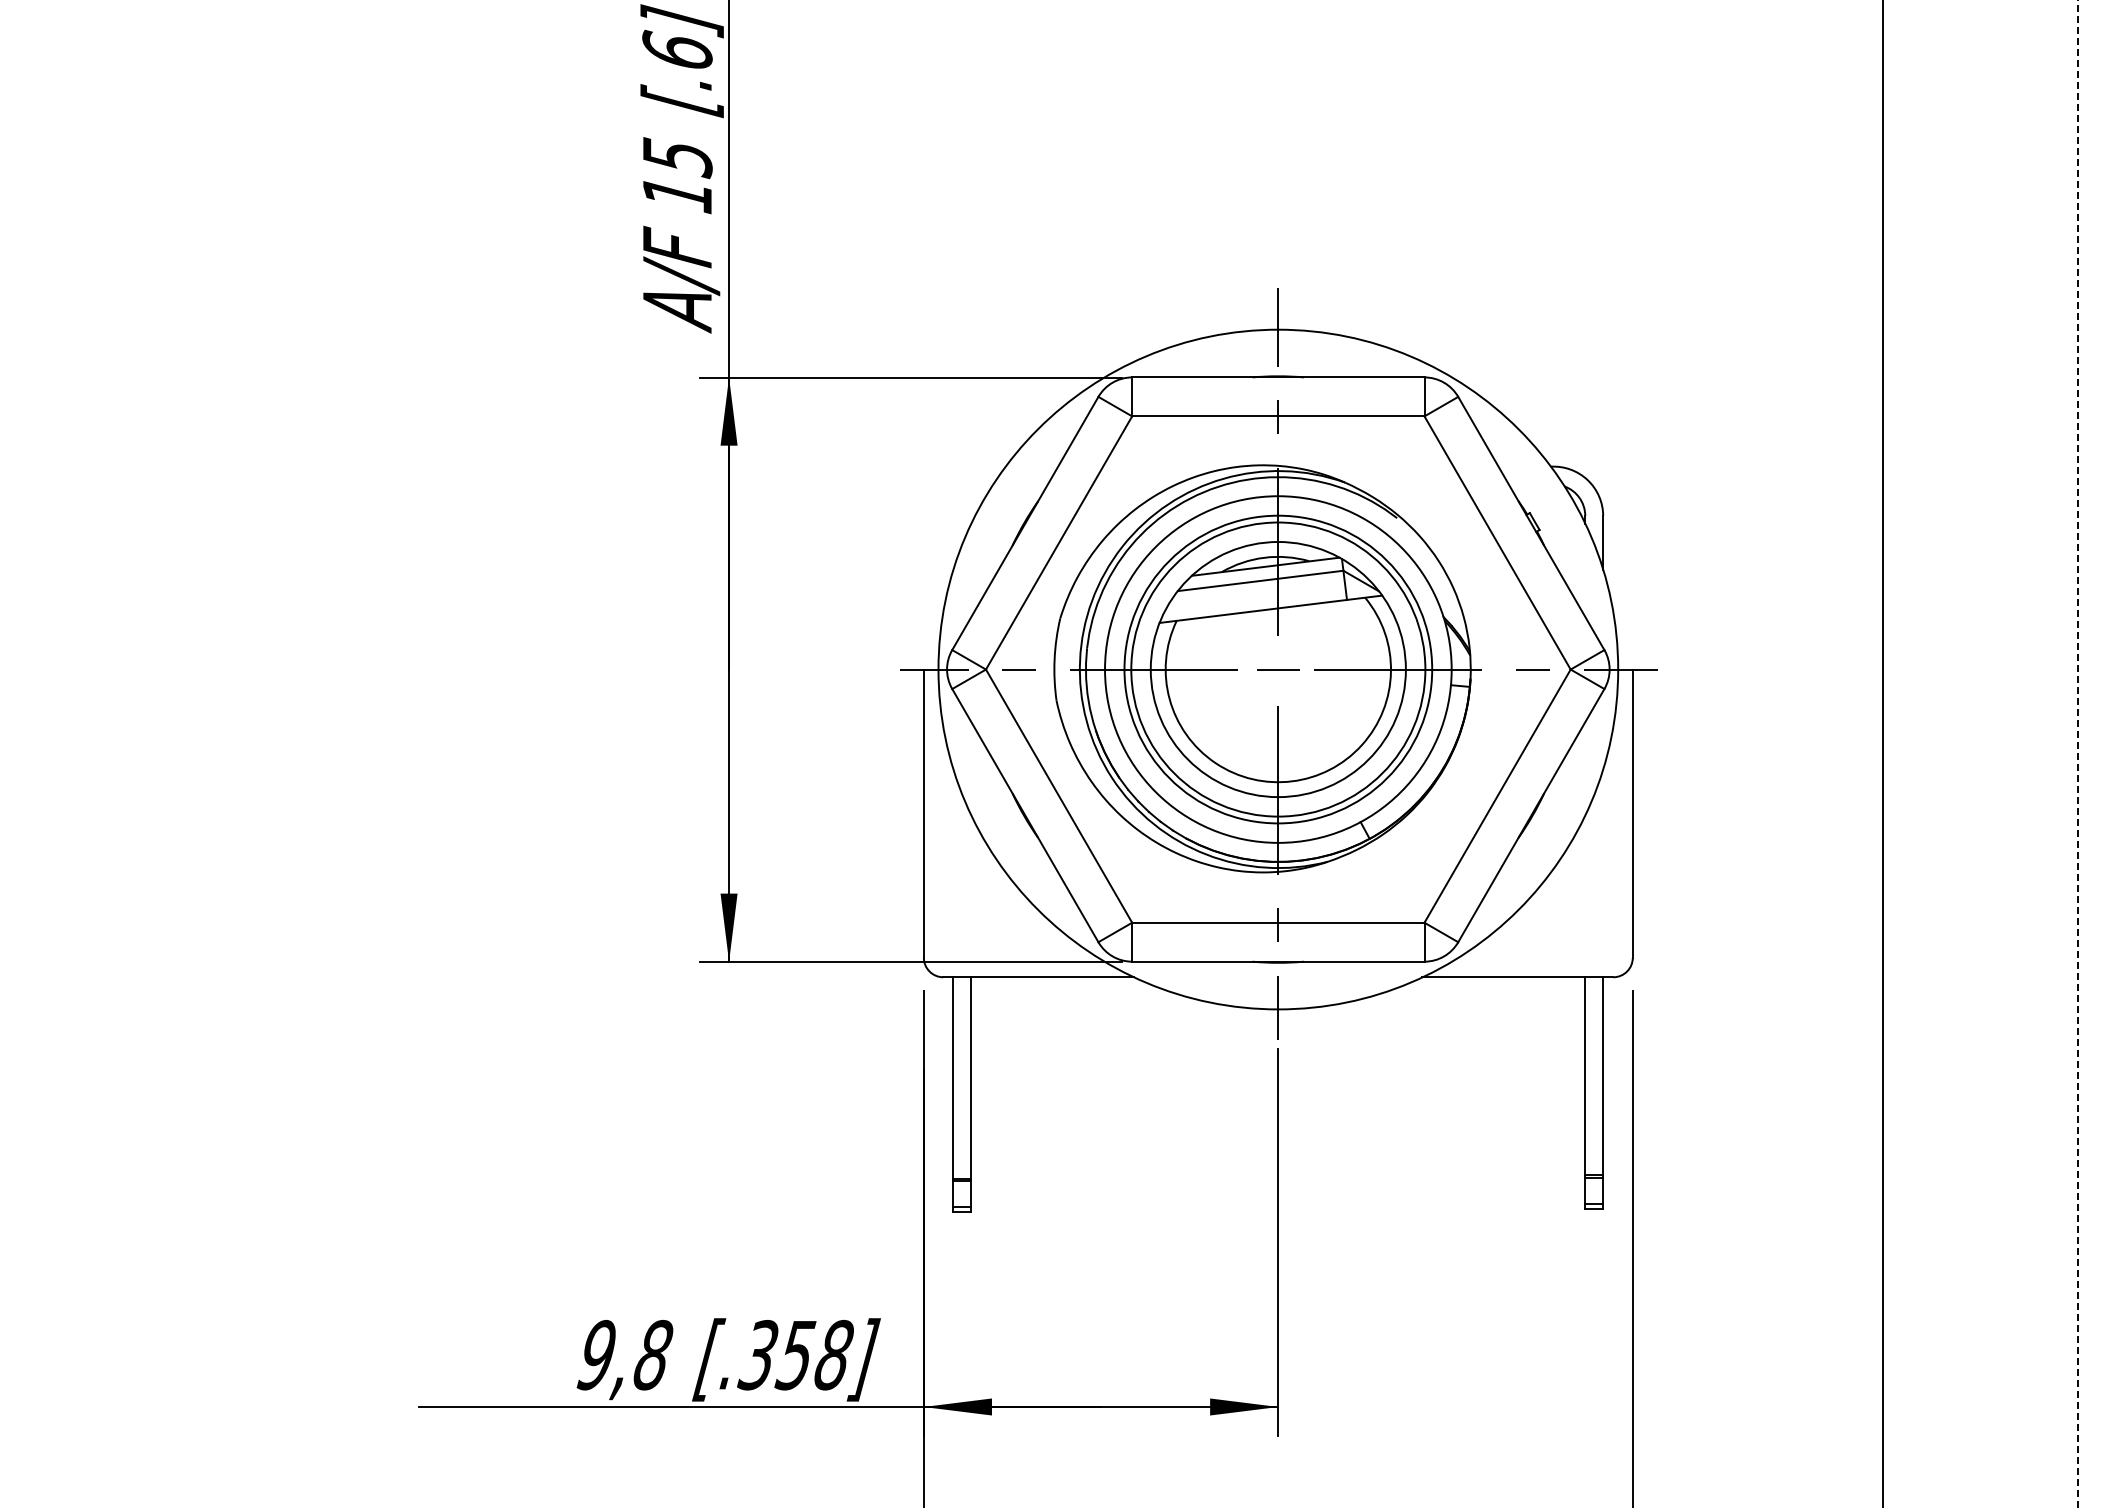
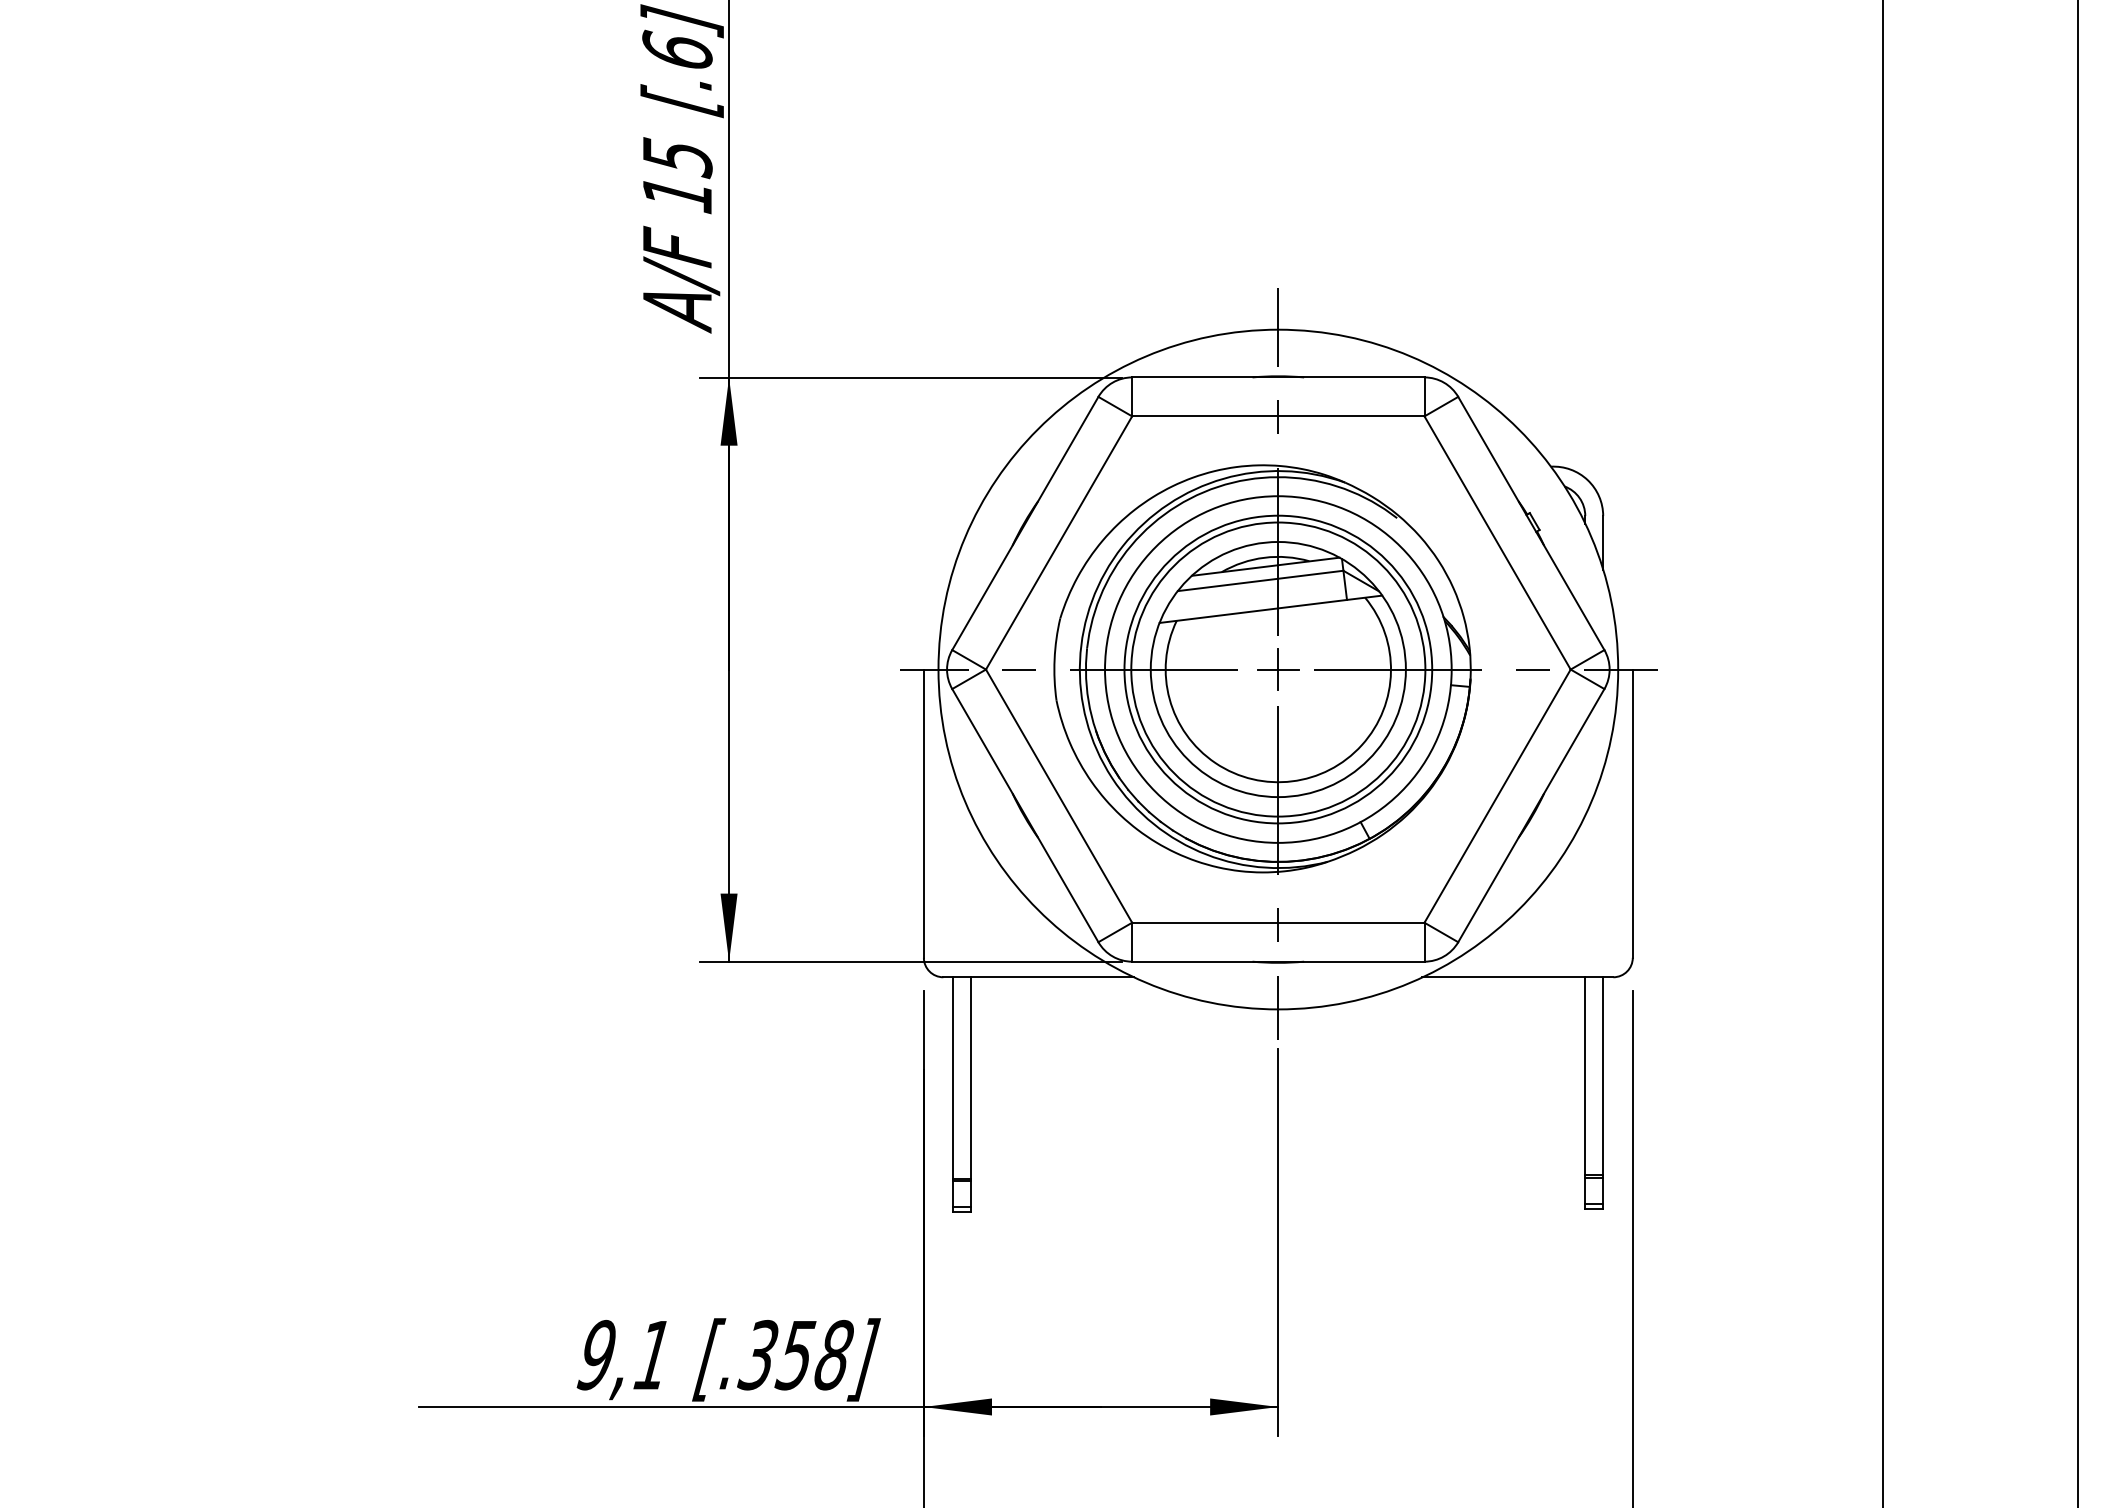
line at (1278, 669): none -> present
line at (2077, 753): dashed -> solid
text at (653, 1354): 9,8 -> 9,1
